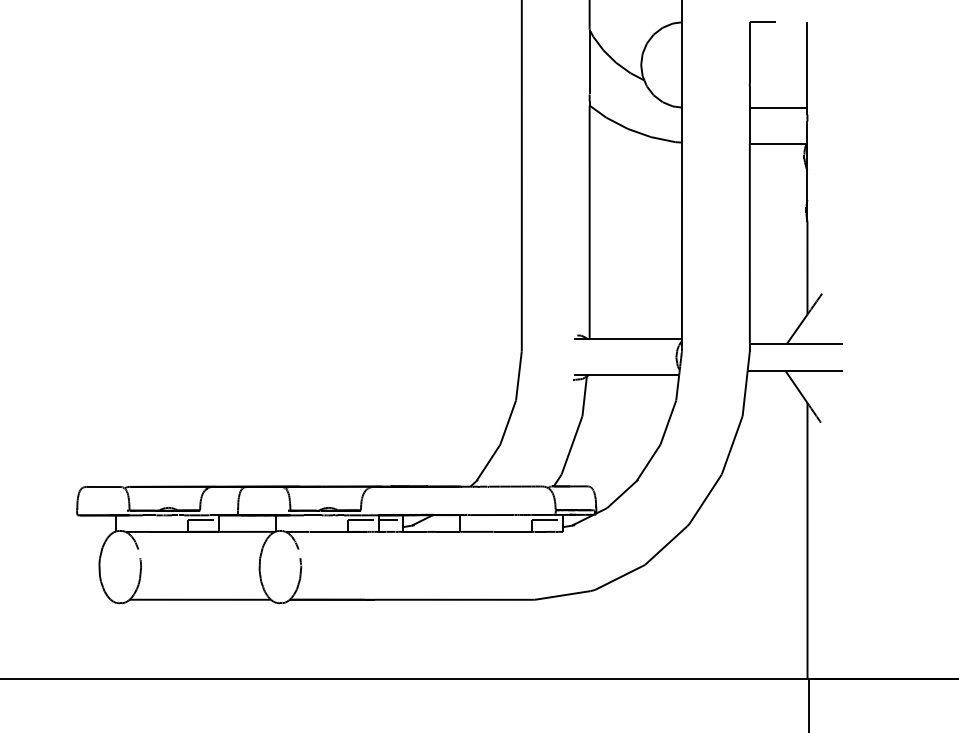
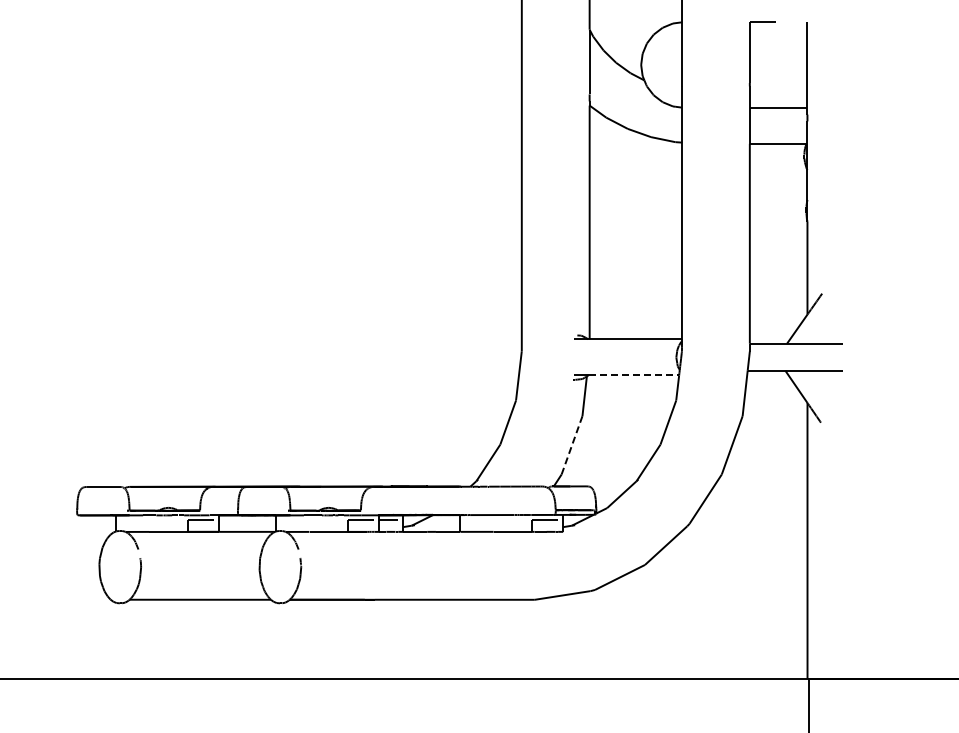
line at (634, 375): solid -> dashed
line at (572, 445): solid -> dashed
